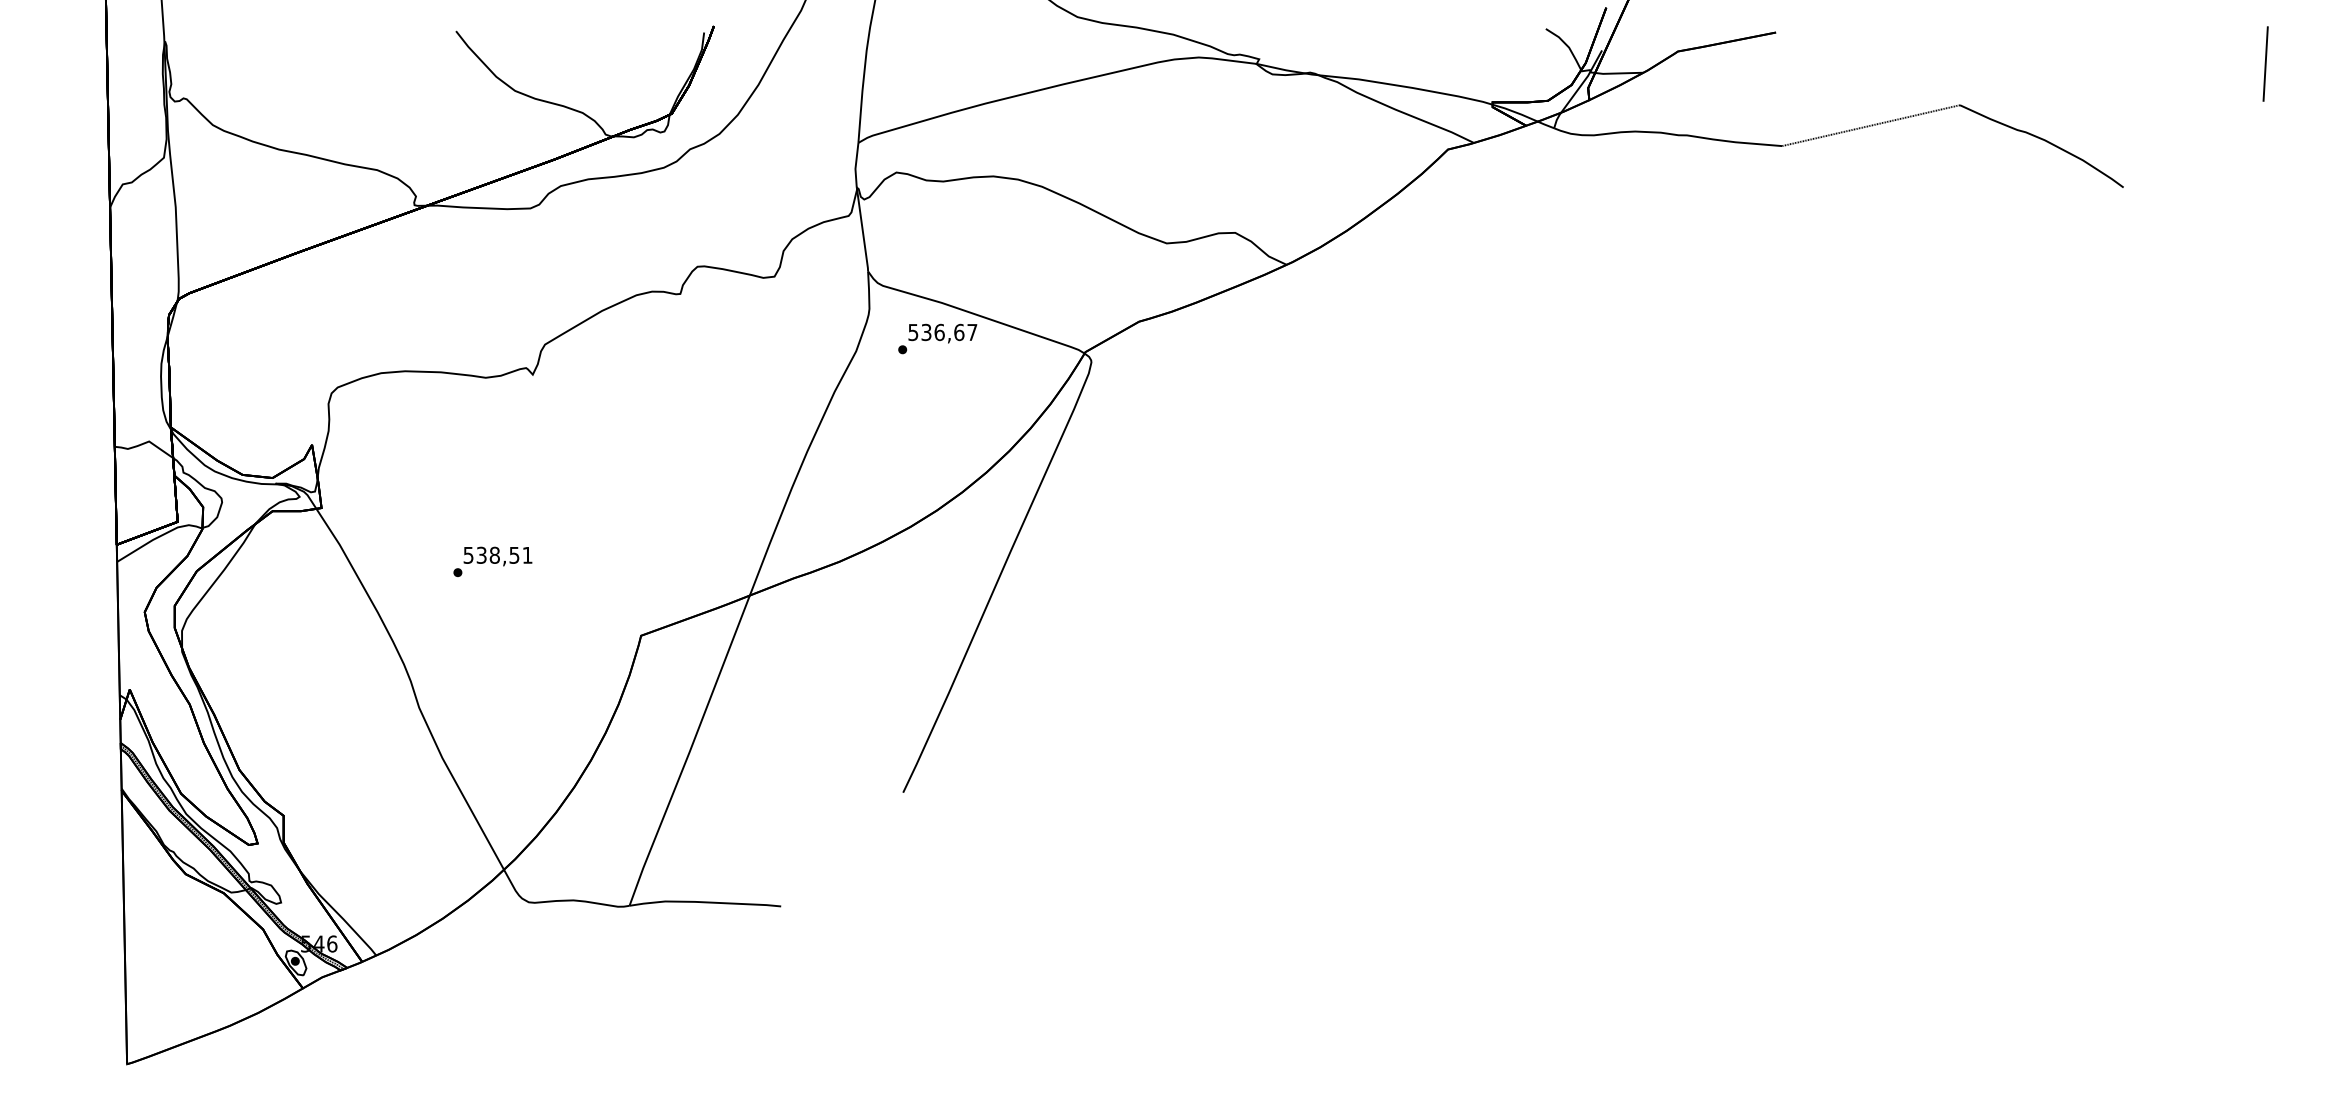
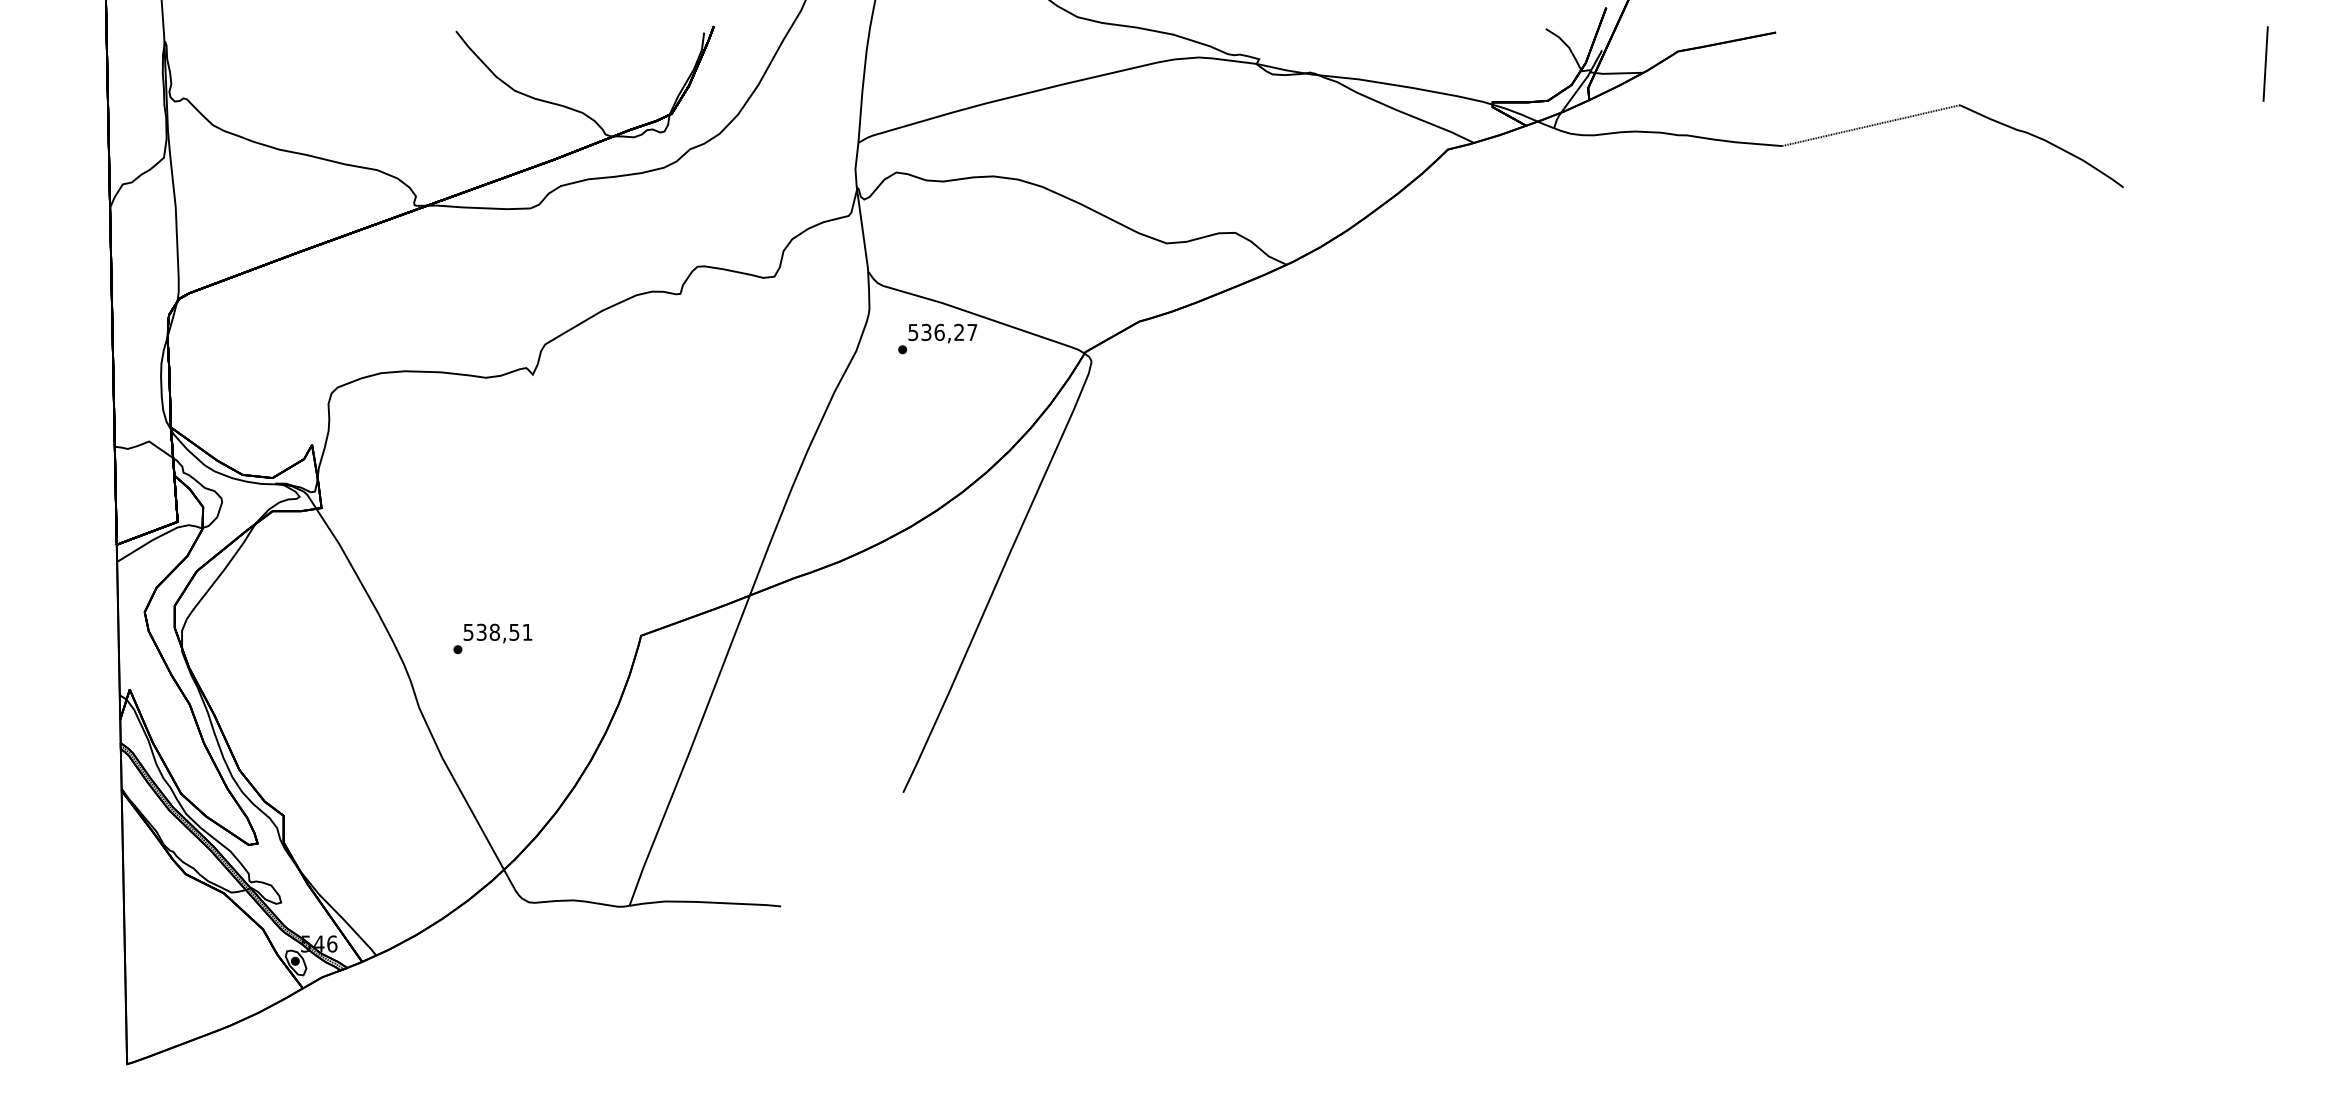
text at (959, 332): 536,67 -> 536,27
text at (492, 561) position: (492, 561) -> (492, 638)
